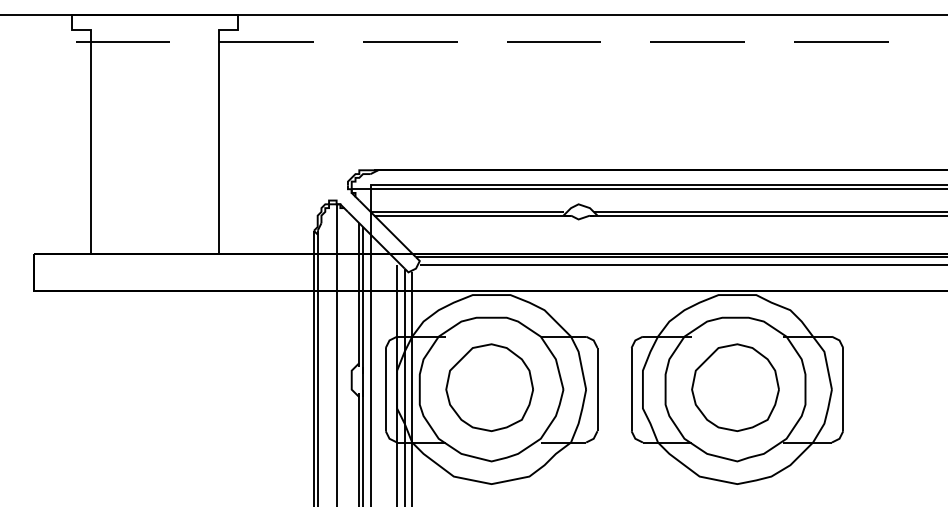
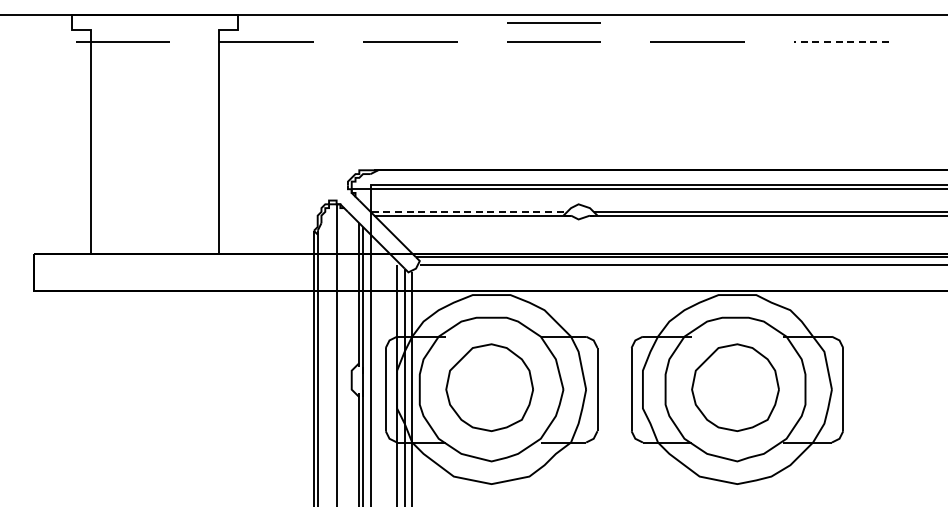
line at (553, 22): none -> present
line at (840, 41): solid -> dashed
line at (466, 211): solid -> dashed
